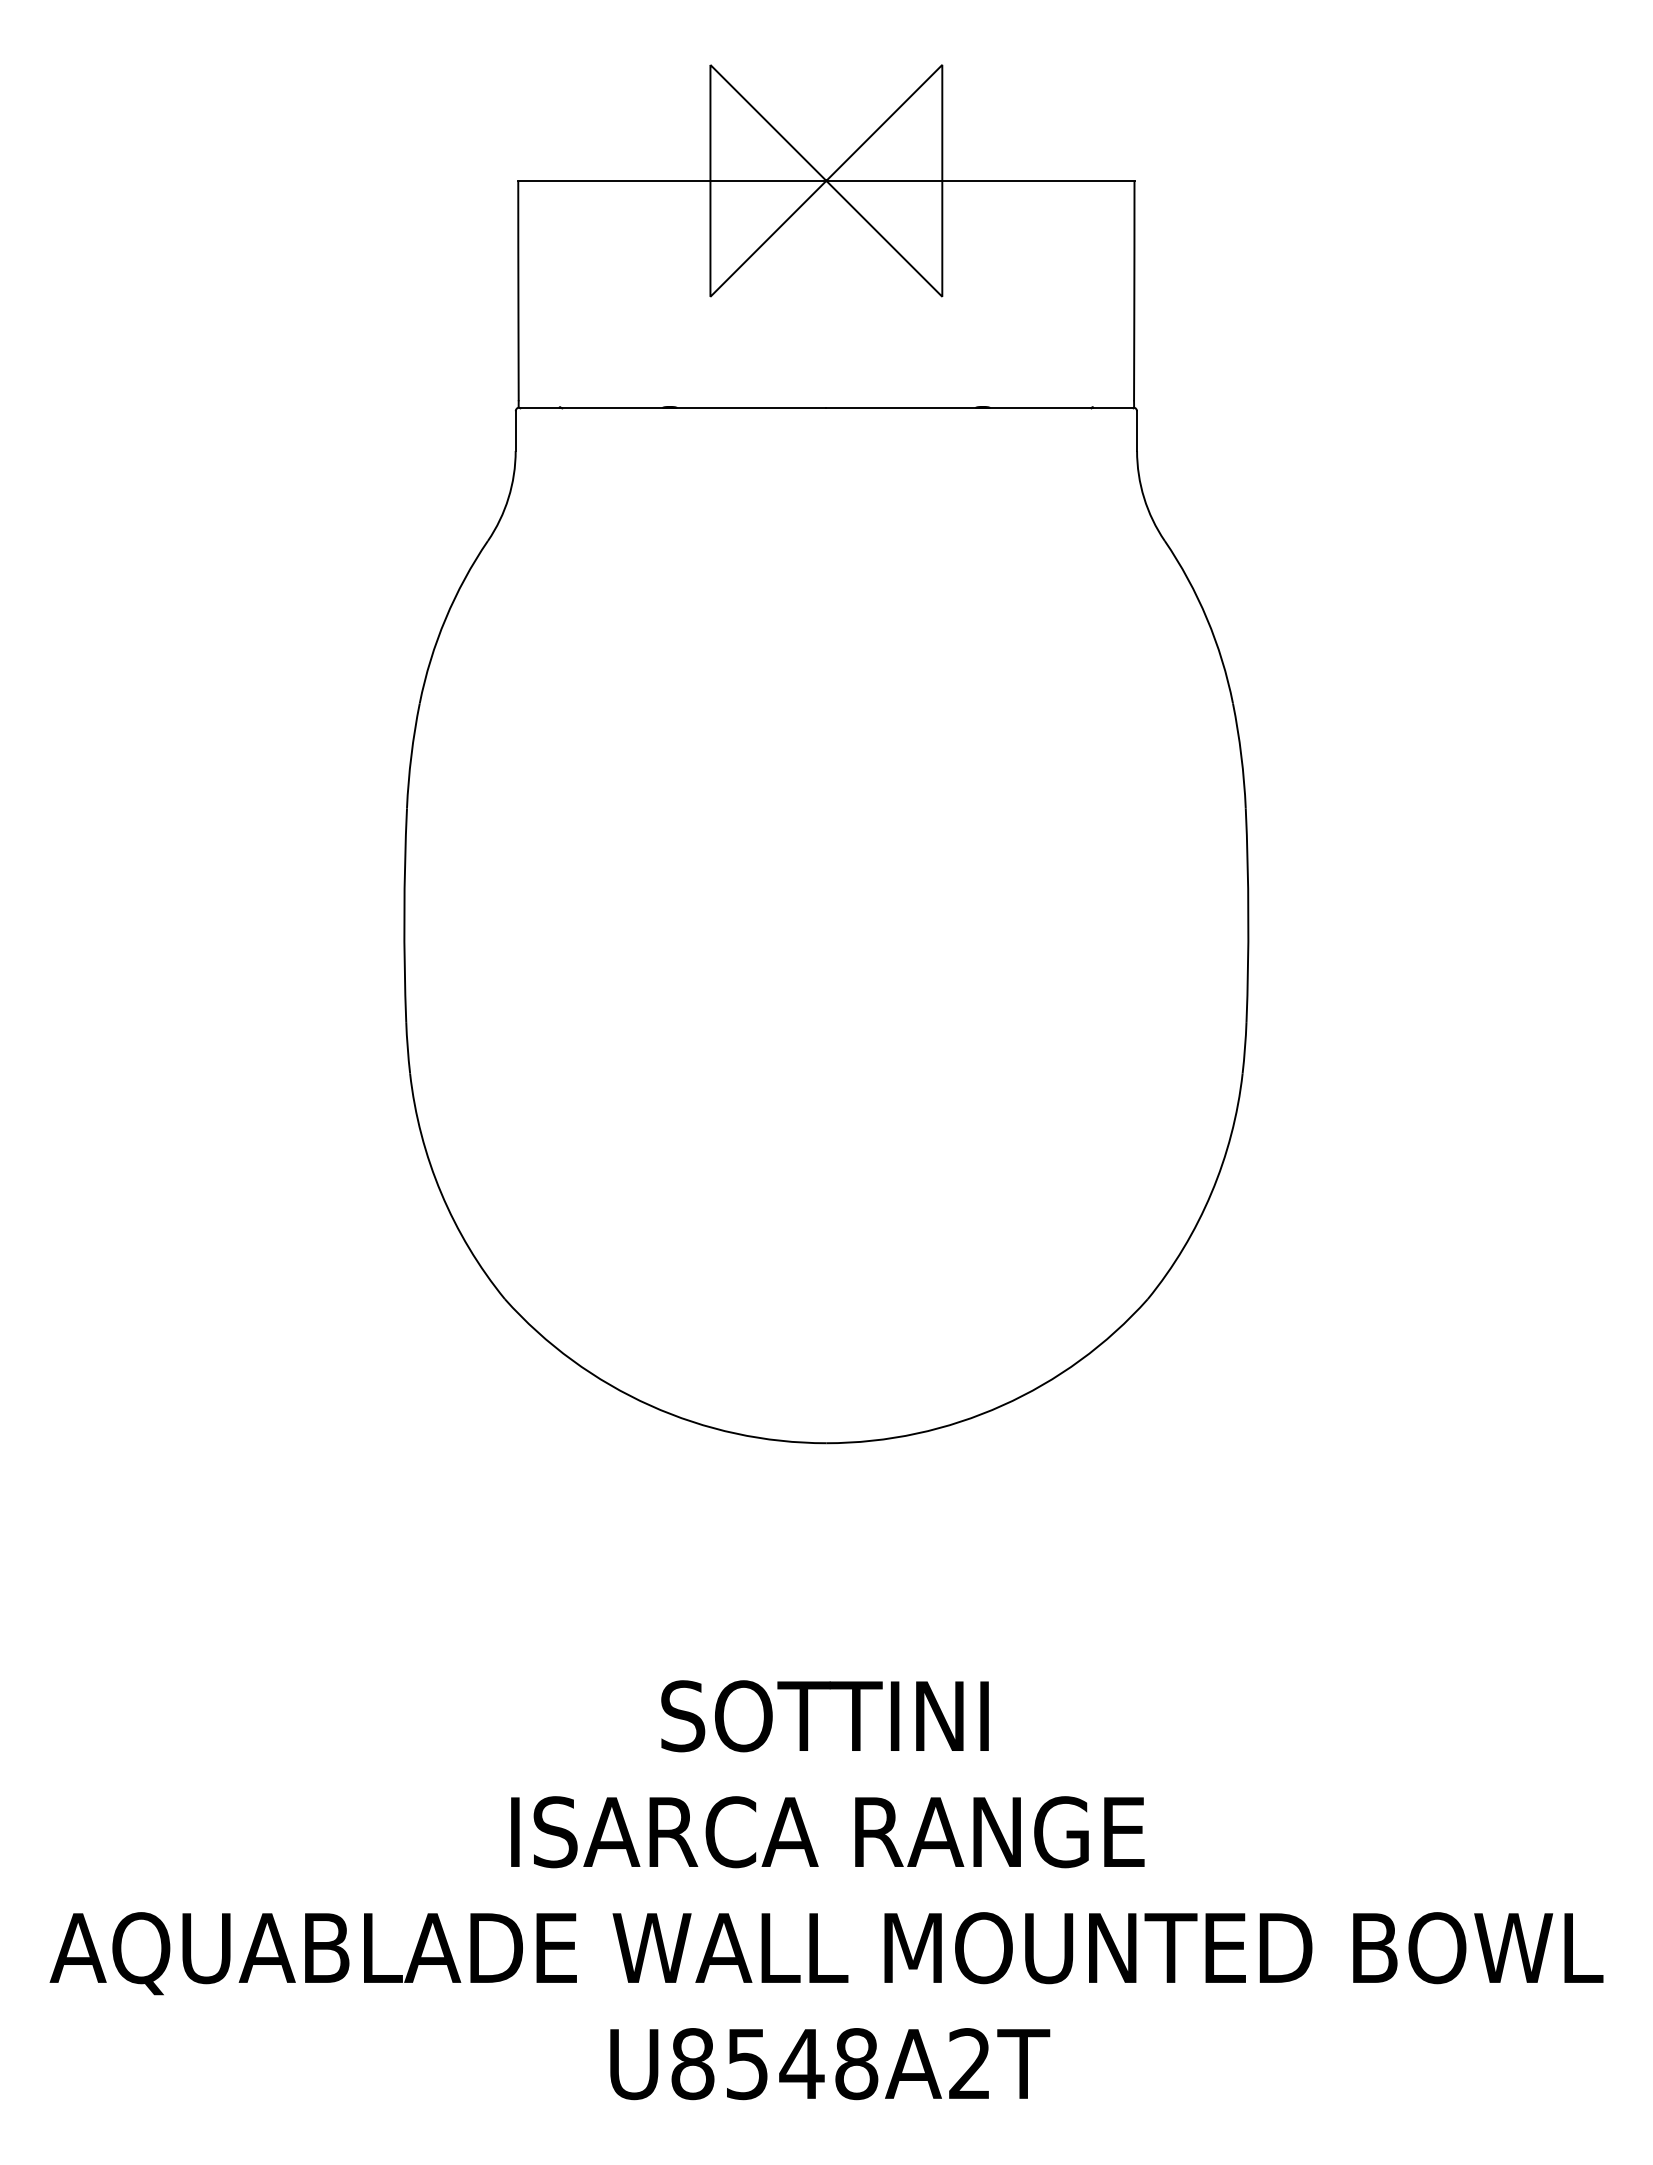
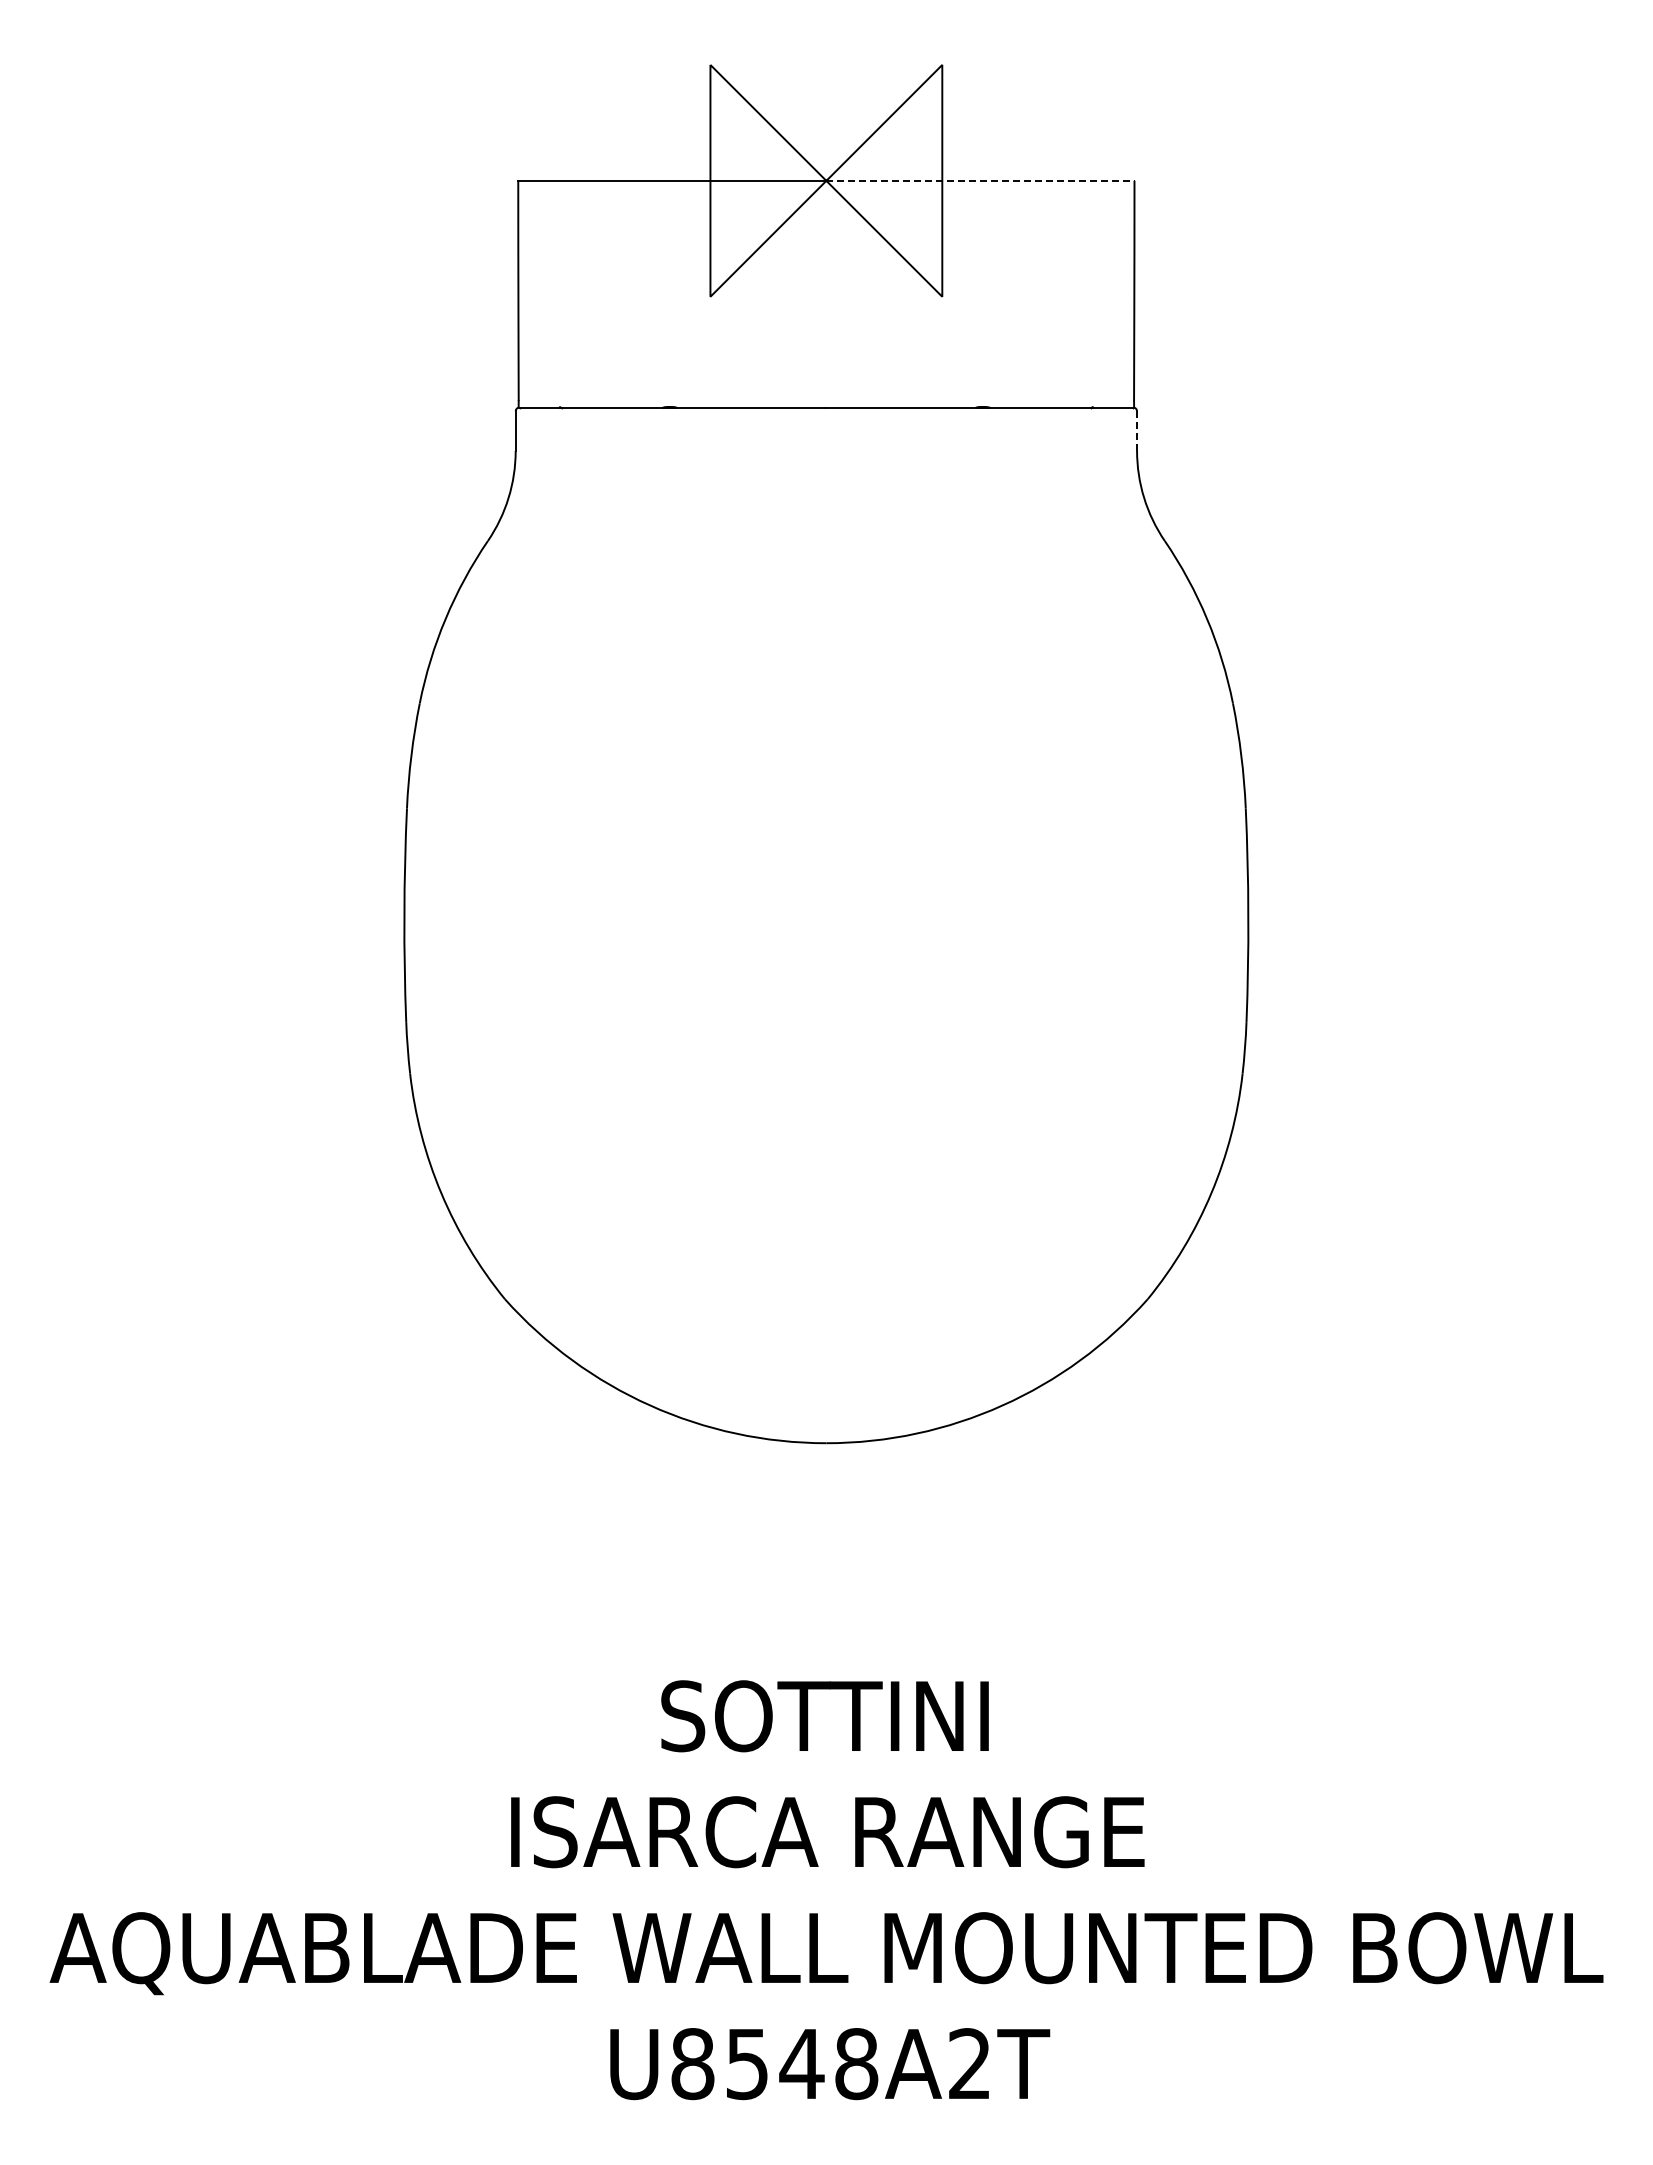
line at (980, 180): solid -> dashed
line at (1137, 431): solid -> dashed
